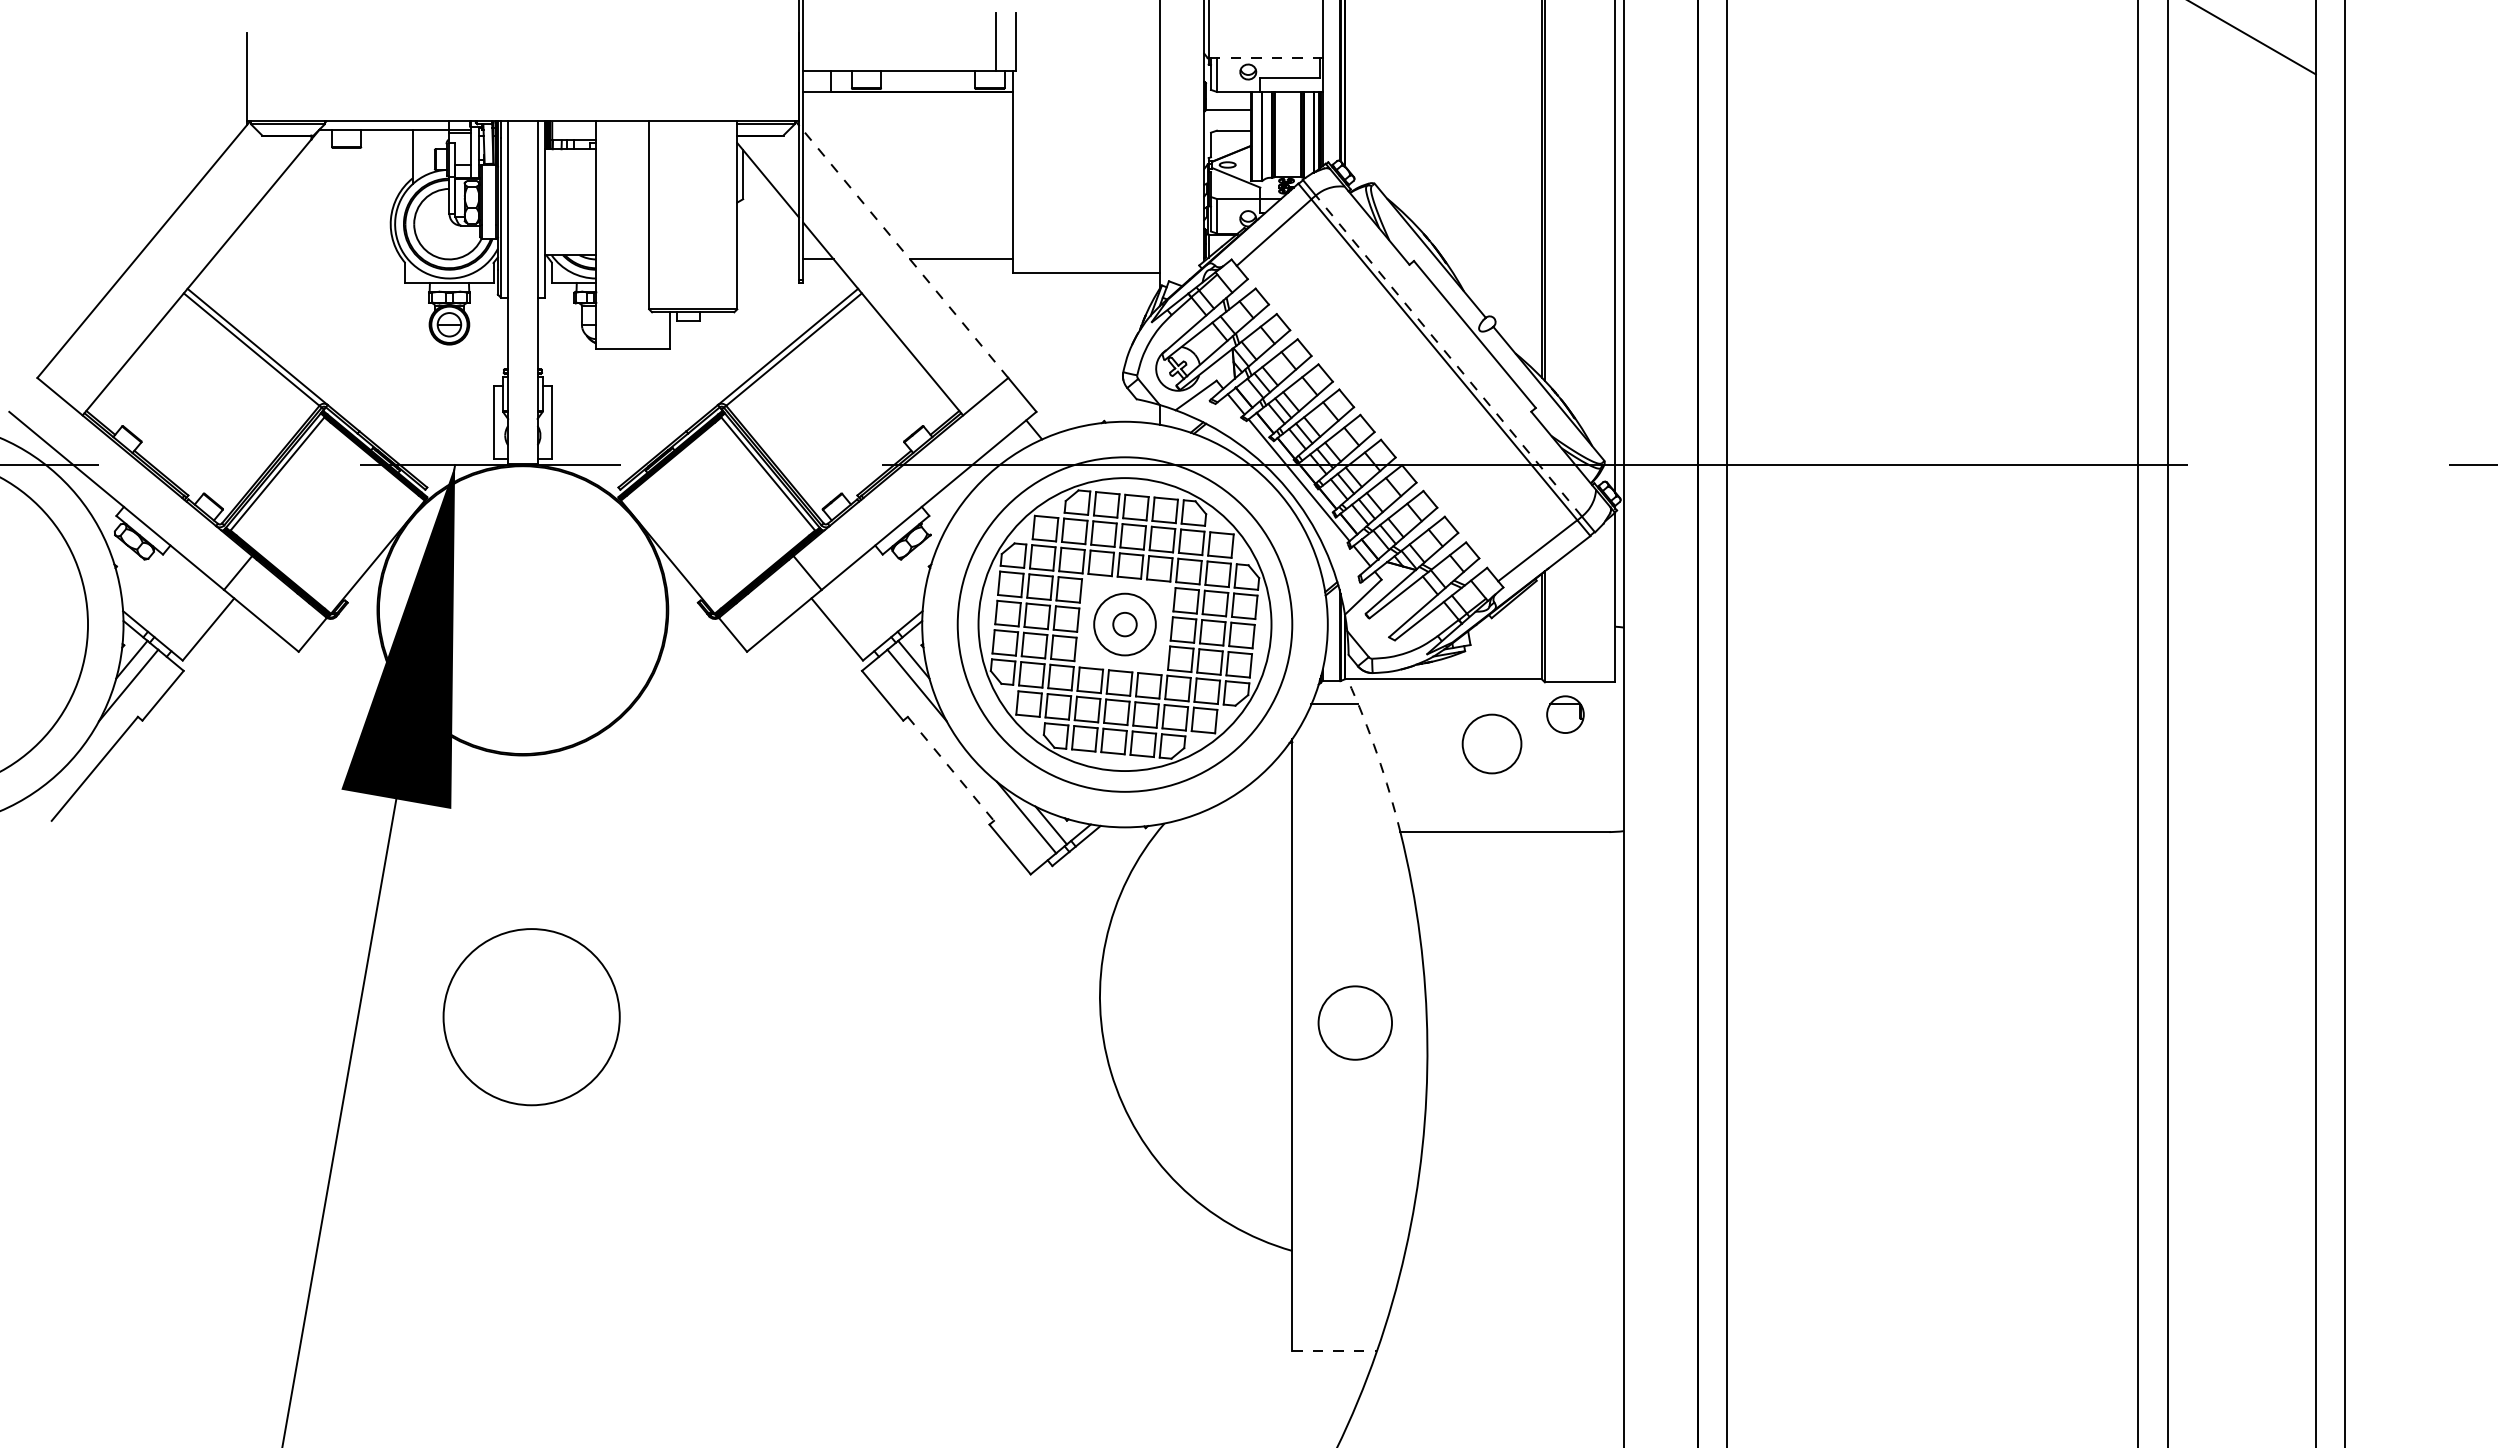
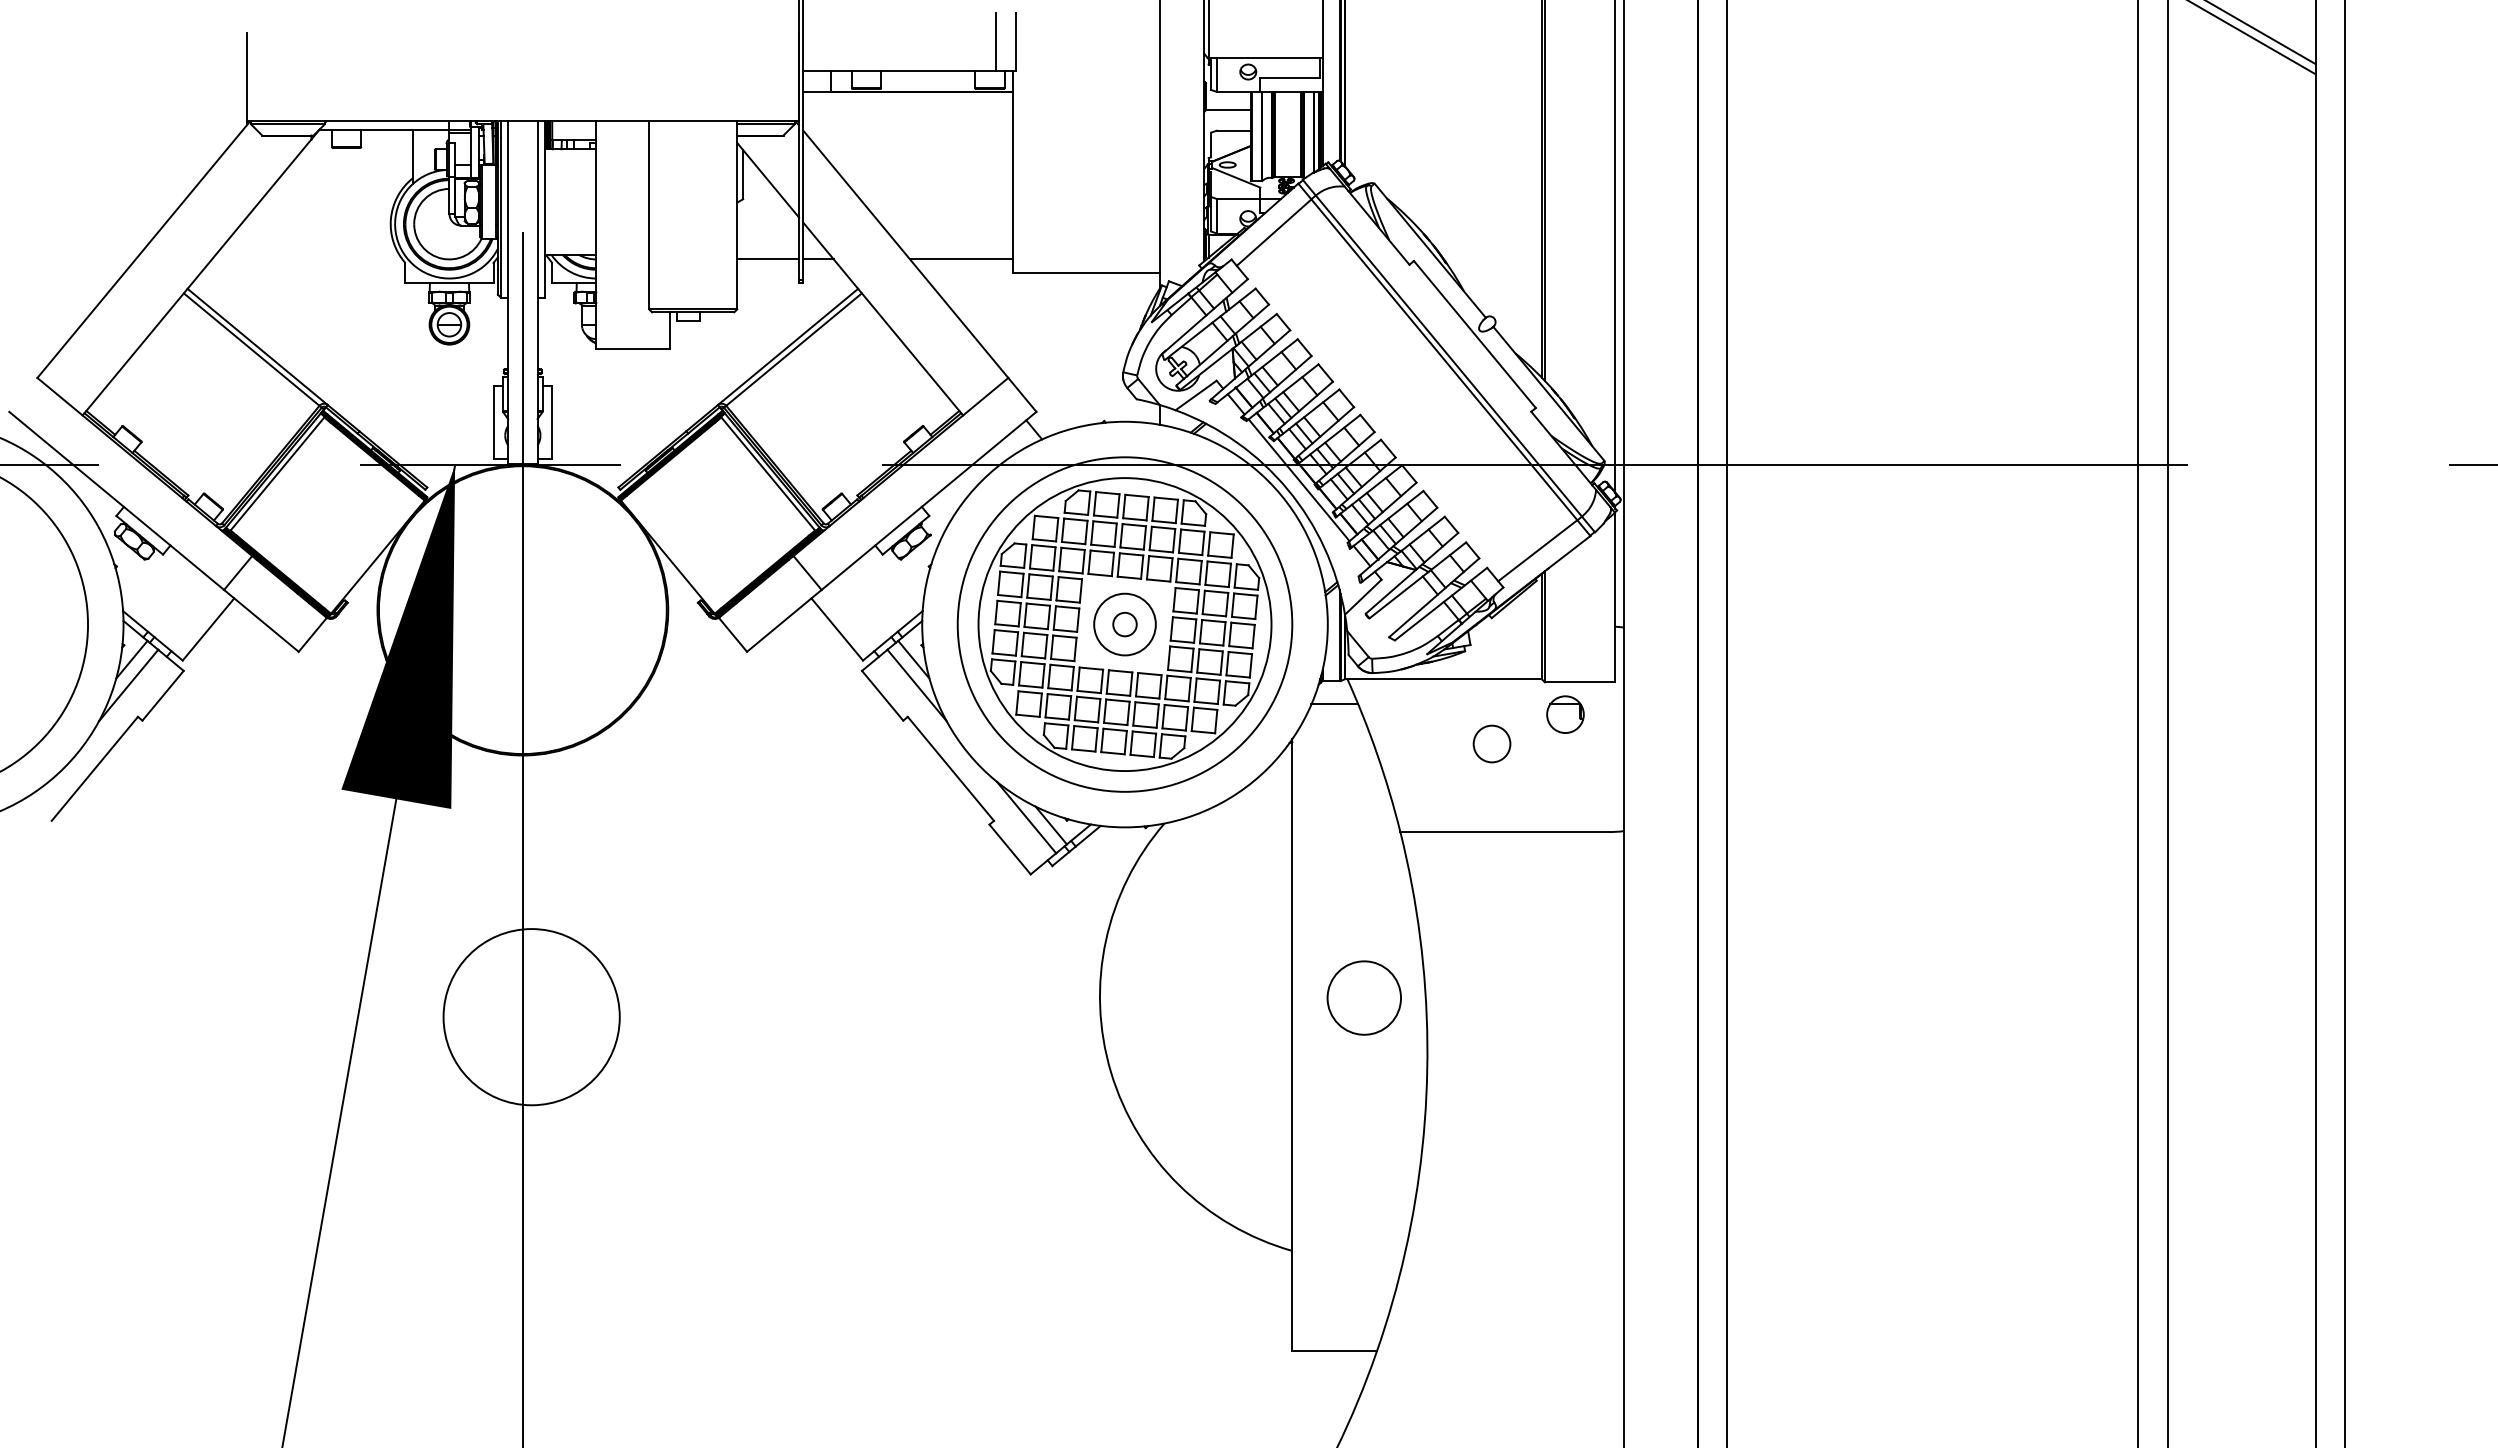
line at (2261, 33): none -> present
line at (1265, 58): dashed -> solid
line at (905, 254): dashed -> solid
line at (767, 259): none -> present
line at (1448, 356): dashed -> solid
circle at (1491, 743) diameter: 59 px -> 37 px
arc at (1377, 754): dashed -> solid
line at (950, 768): dashed -> solid
line at (522, 837): none -> present
circle at (1354, 1022) position: (1354, 1022) -> (1363, 997)
line at (1335, 1350): dashed -> solid
